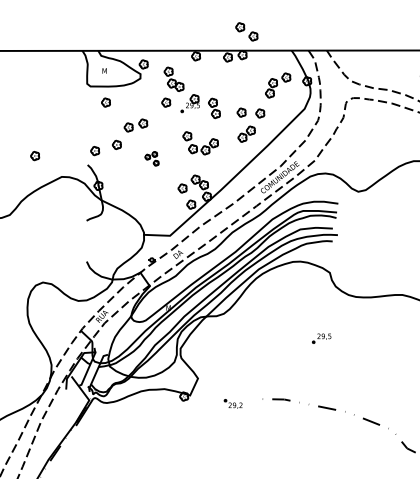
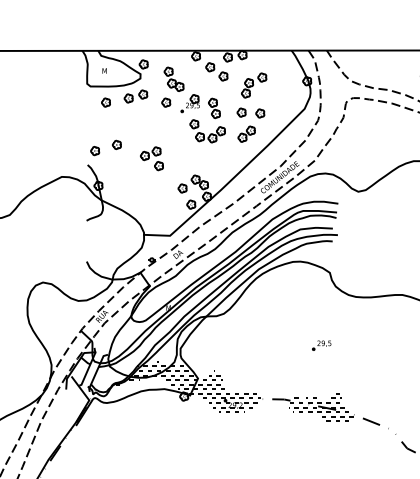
part at (246, 31) position: (246, 31) -> (216, 71)
part at (278, 85) position: (278, 85) -> (254, 85)
part at (135, 125) position: (135, 125) -> (135, 96)
part at (200, 143) position: (200, 143) -> (207, 131)
part at (35, 156): present -> none
part at (151, 158) size: 16x16 px -> 24x26 px
part at (321, 338) position: (321, 338) -> (321, 345)
hatch at (188, 386): none -> present
hatch at (321, 407): none -> present
